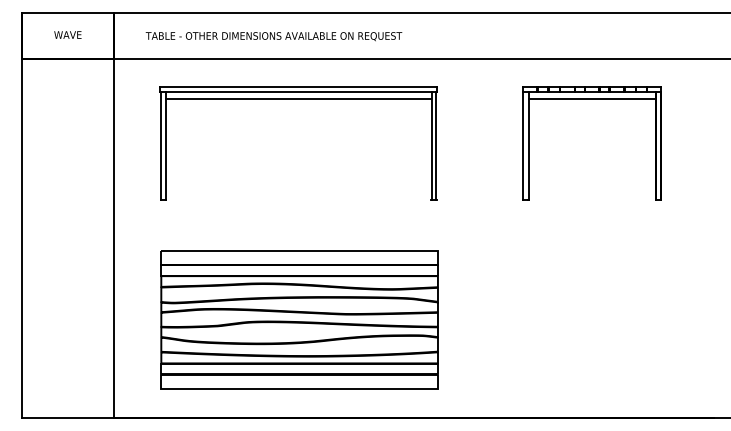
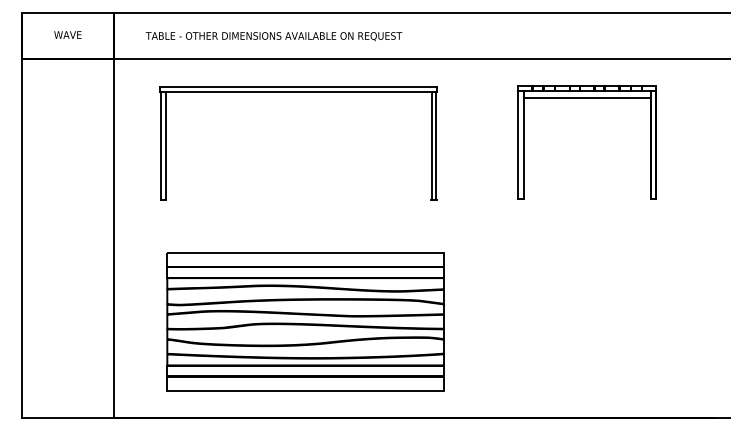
line at (298, 99): present -> none
part at (591, 99) position: (591, 99) -> (586, 98)
part at (299, 319) position: (299, 319) -> (305, 321)
